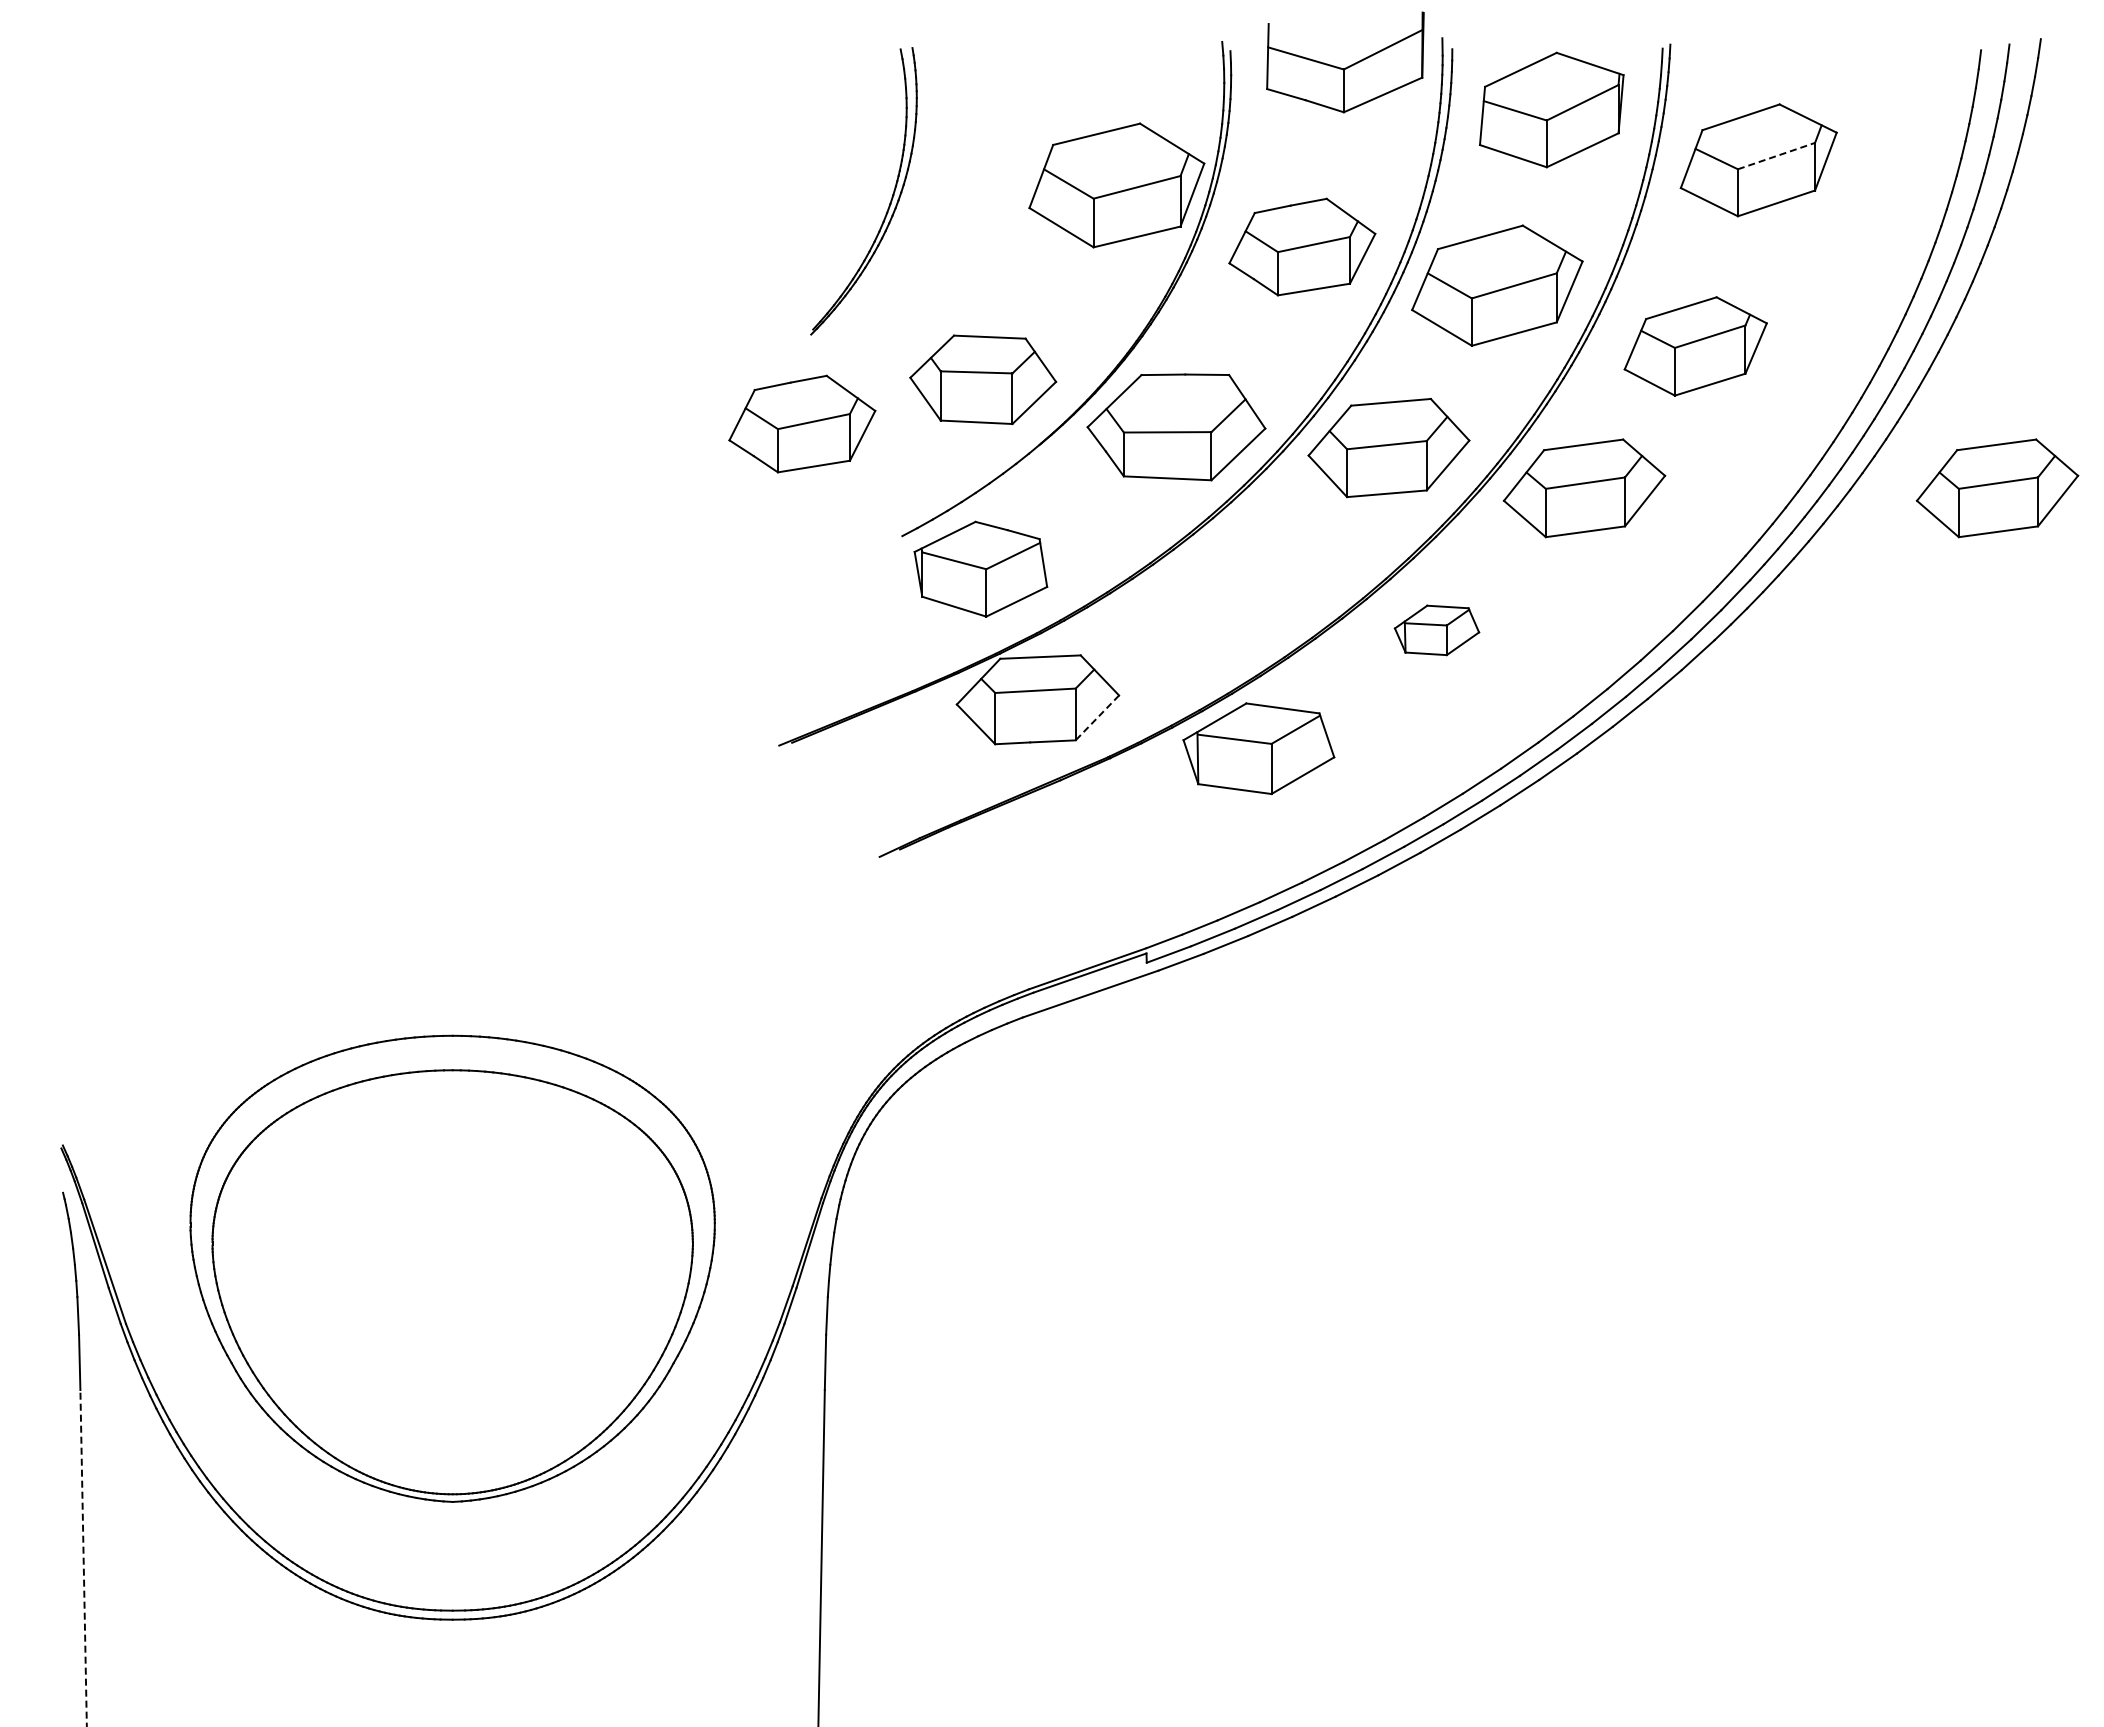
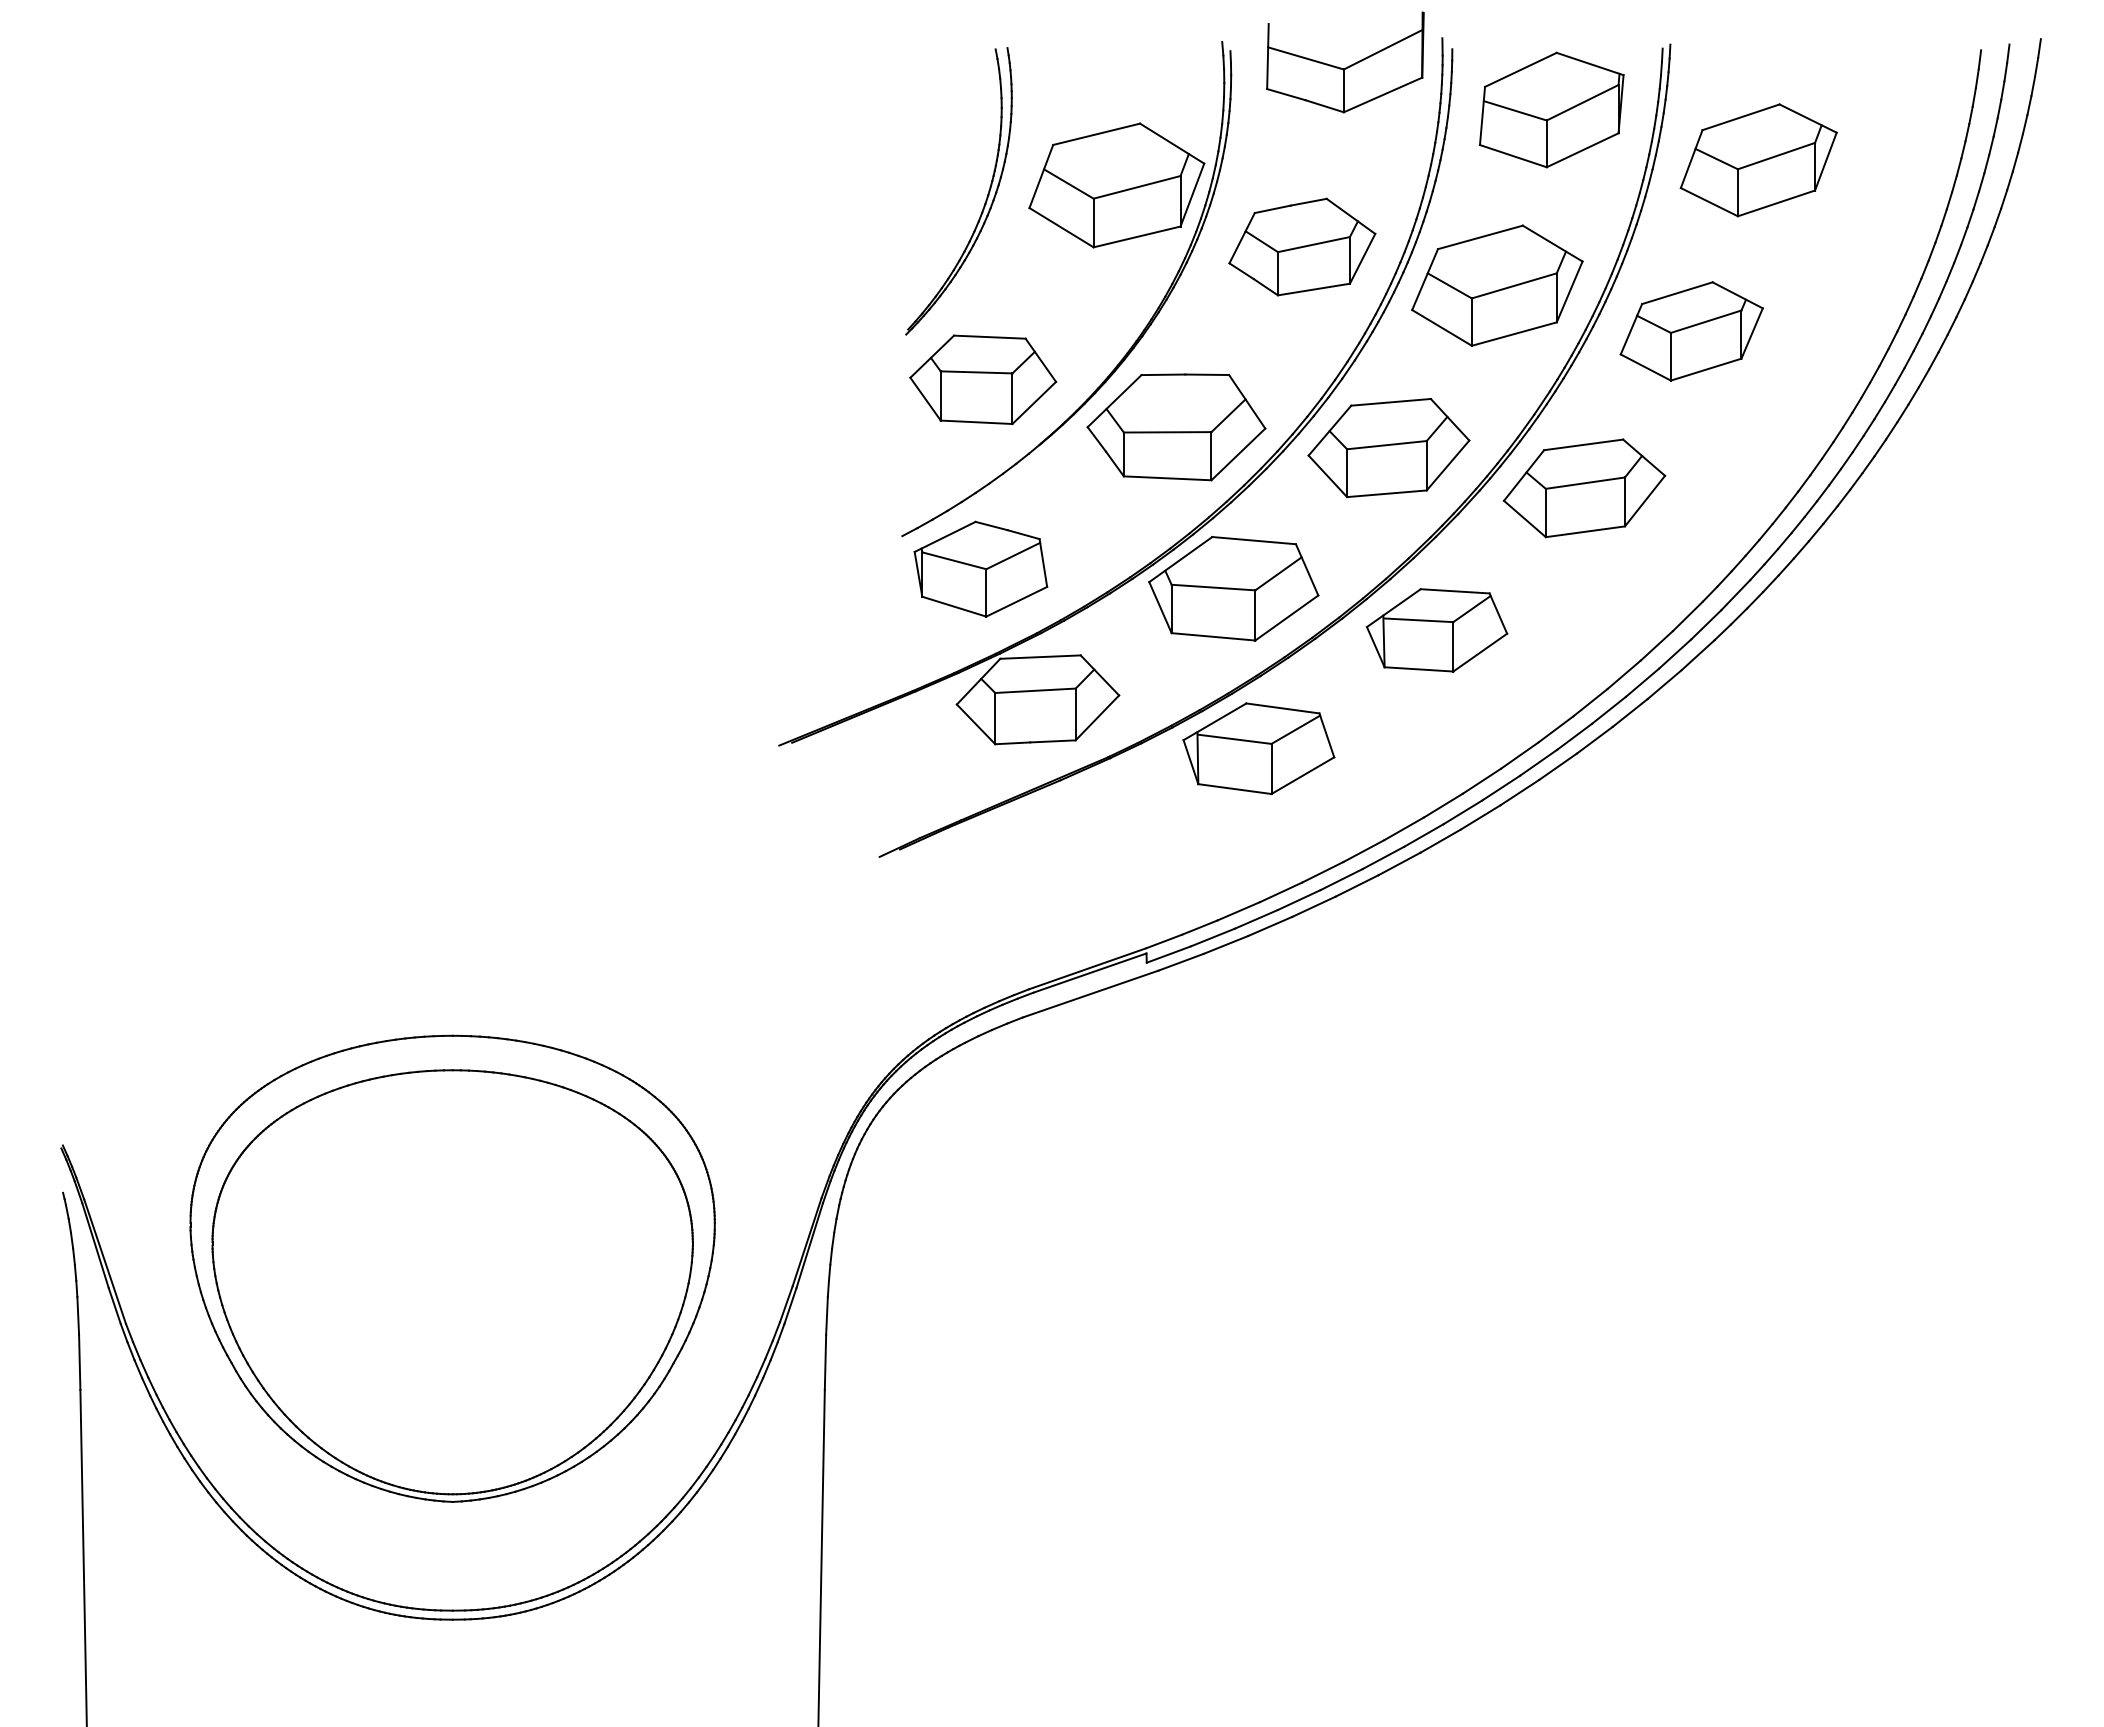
line at (1776, 156): dashed -> solid
part at (889, 202) position: (889, 202) -> (984, 202)
part at (1695, 346) position: (1695, 346) -> (1691, 331)
part at (802, 423): present -> none
part at (1997, 488): present -> none
part at (1233, 588): none -> present
part at (1436, 630) size: 88x53 px -> 144x85 px
line at (1097, 718): dashed -> solid
line at (83, 1557): dashed -> solid
